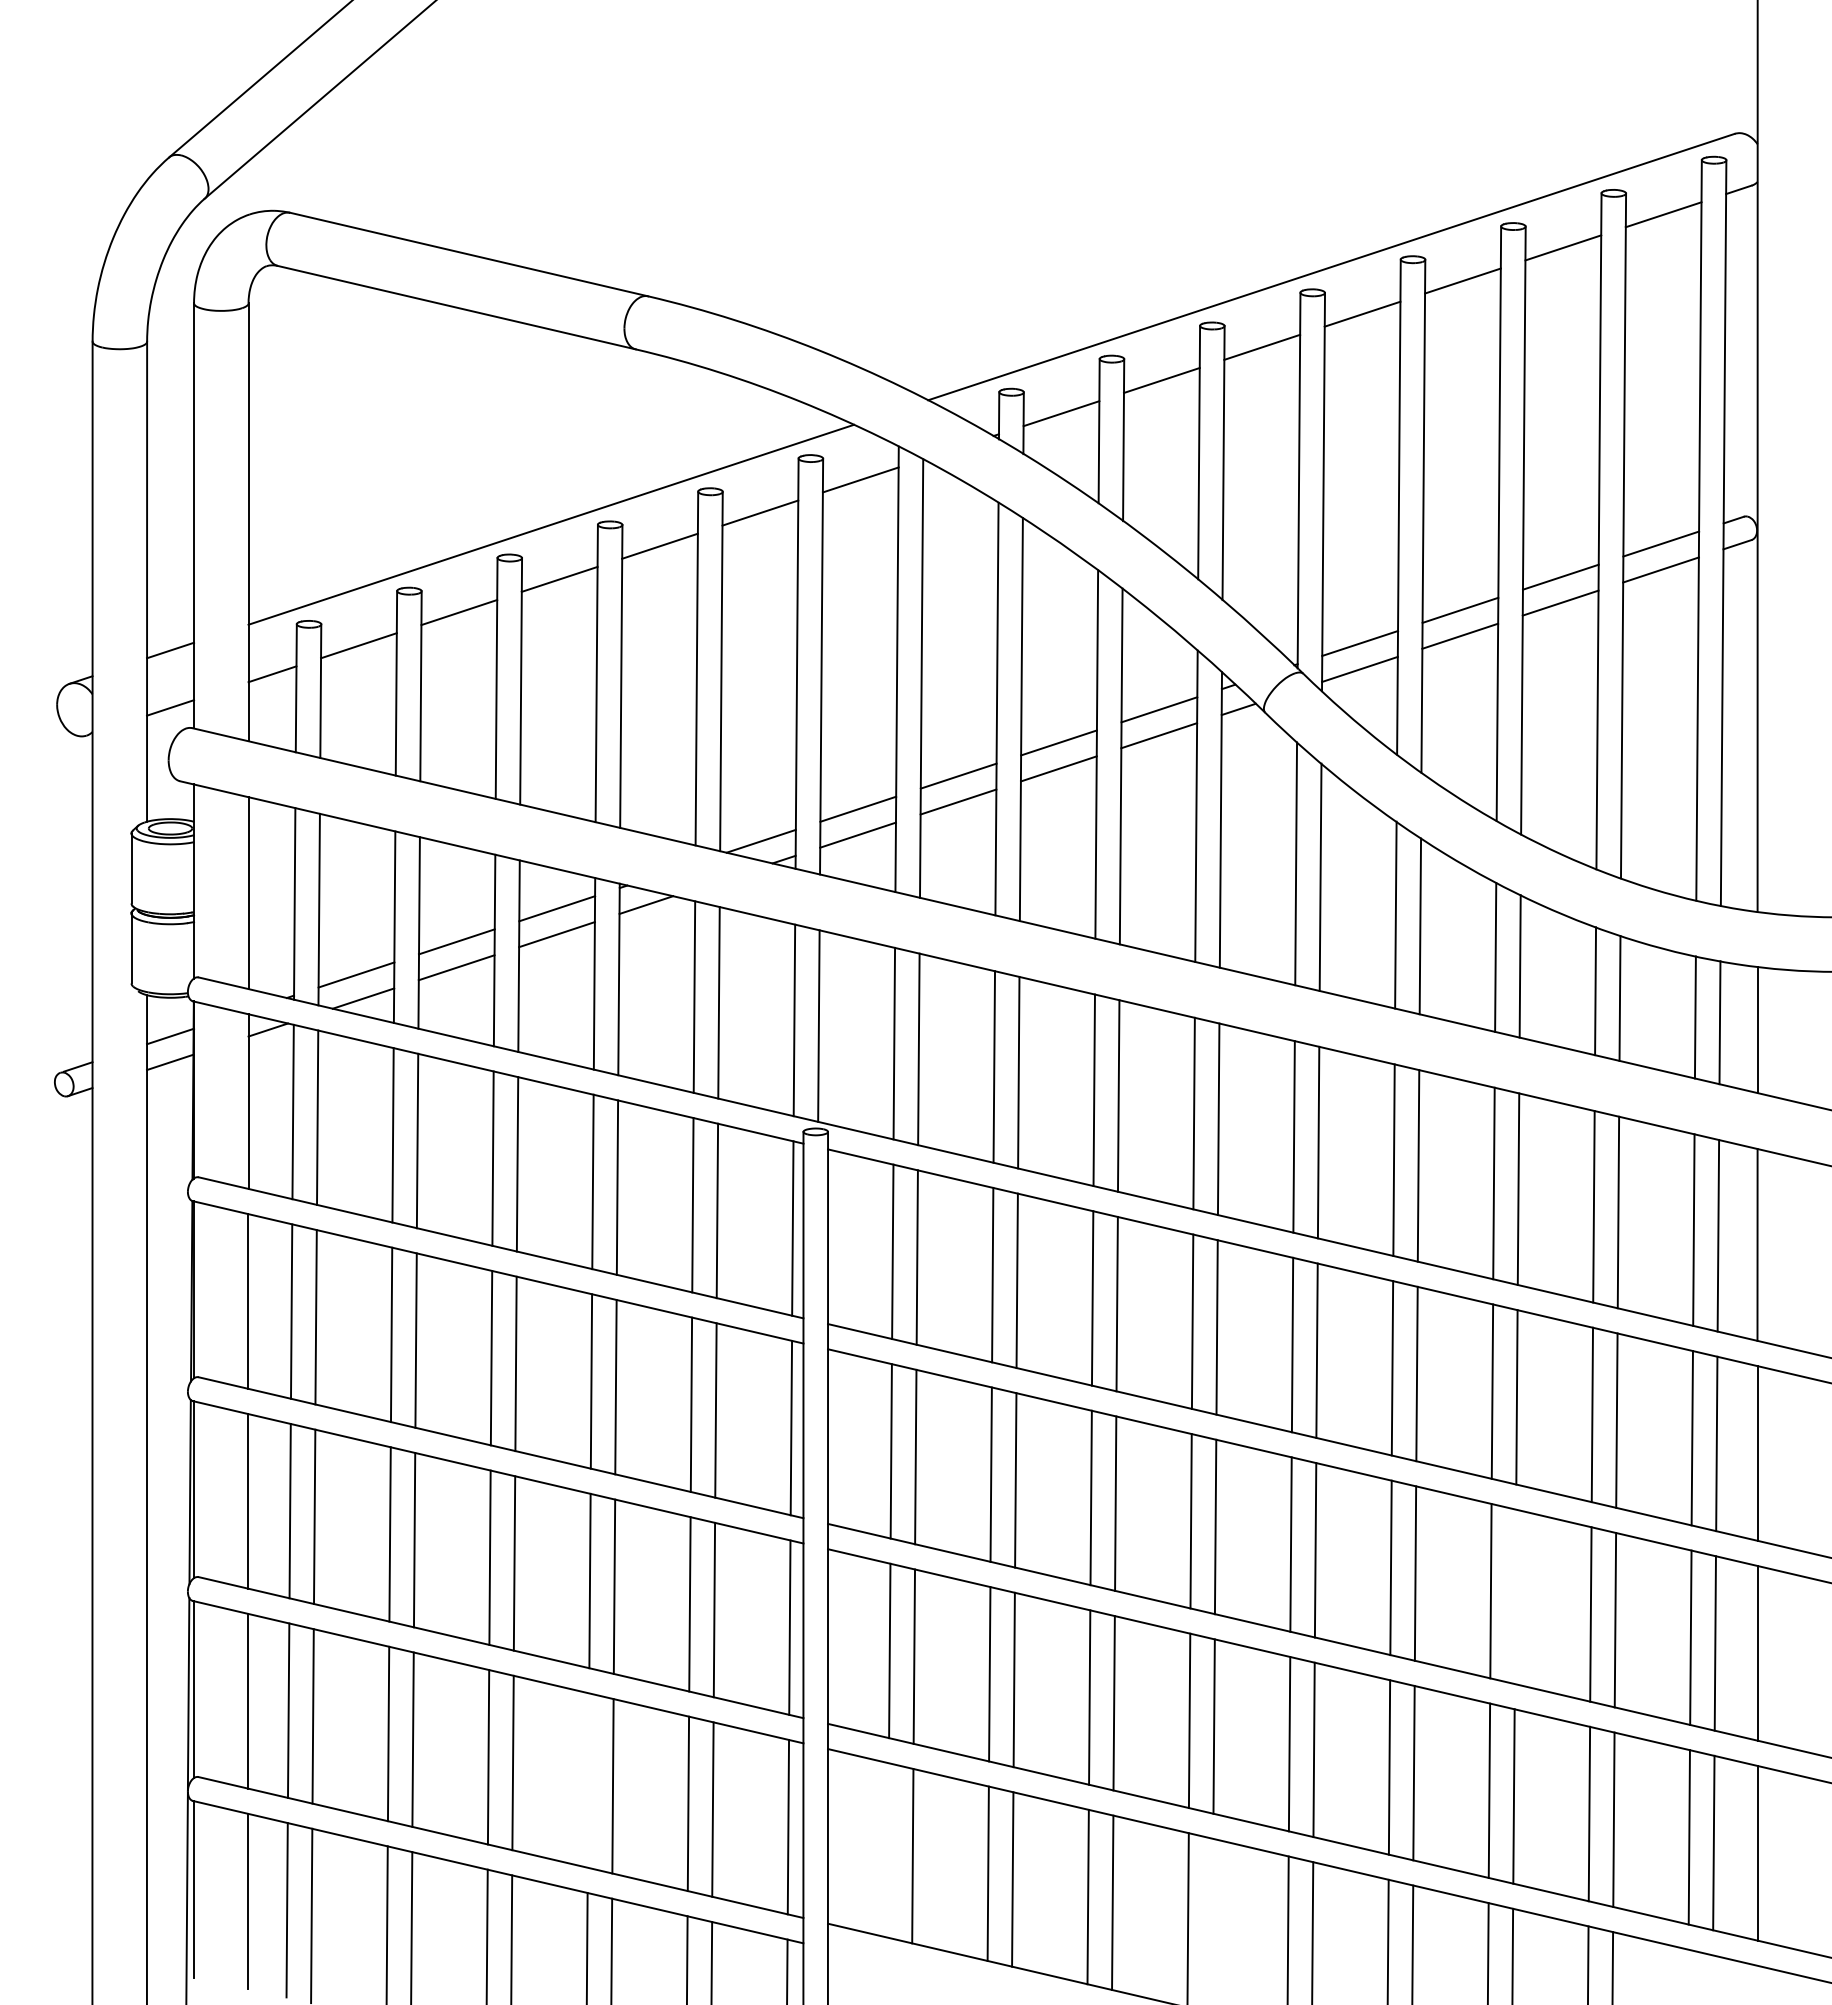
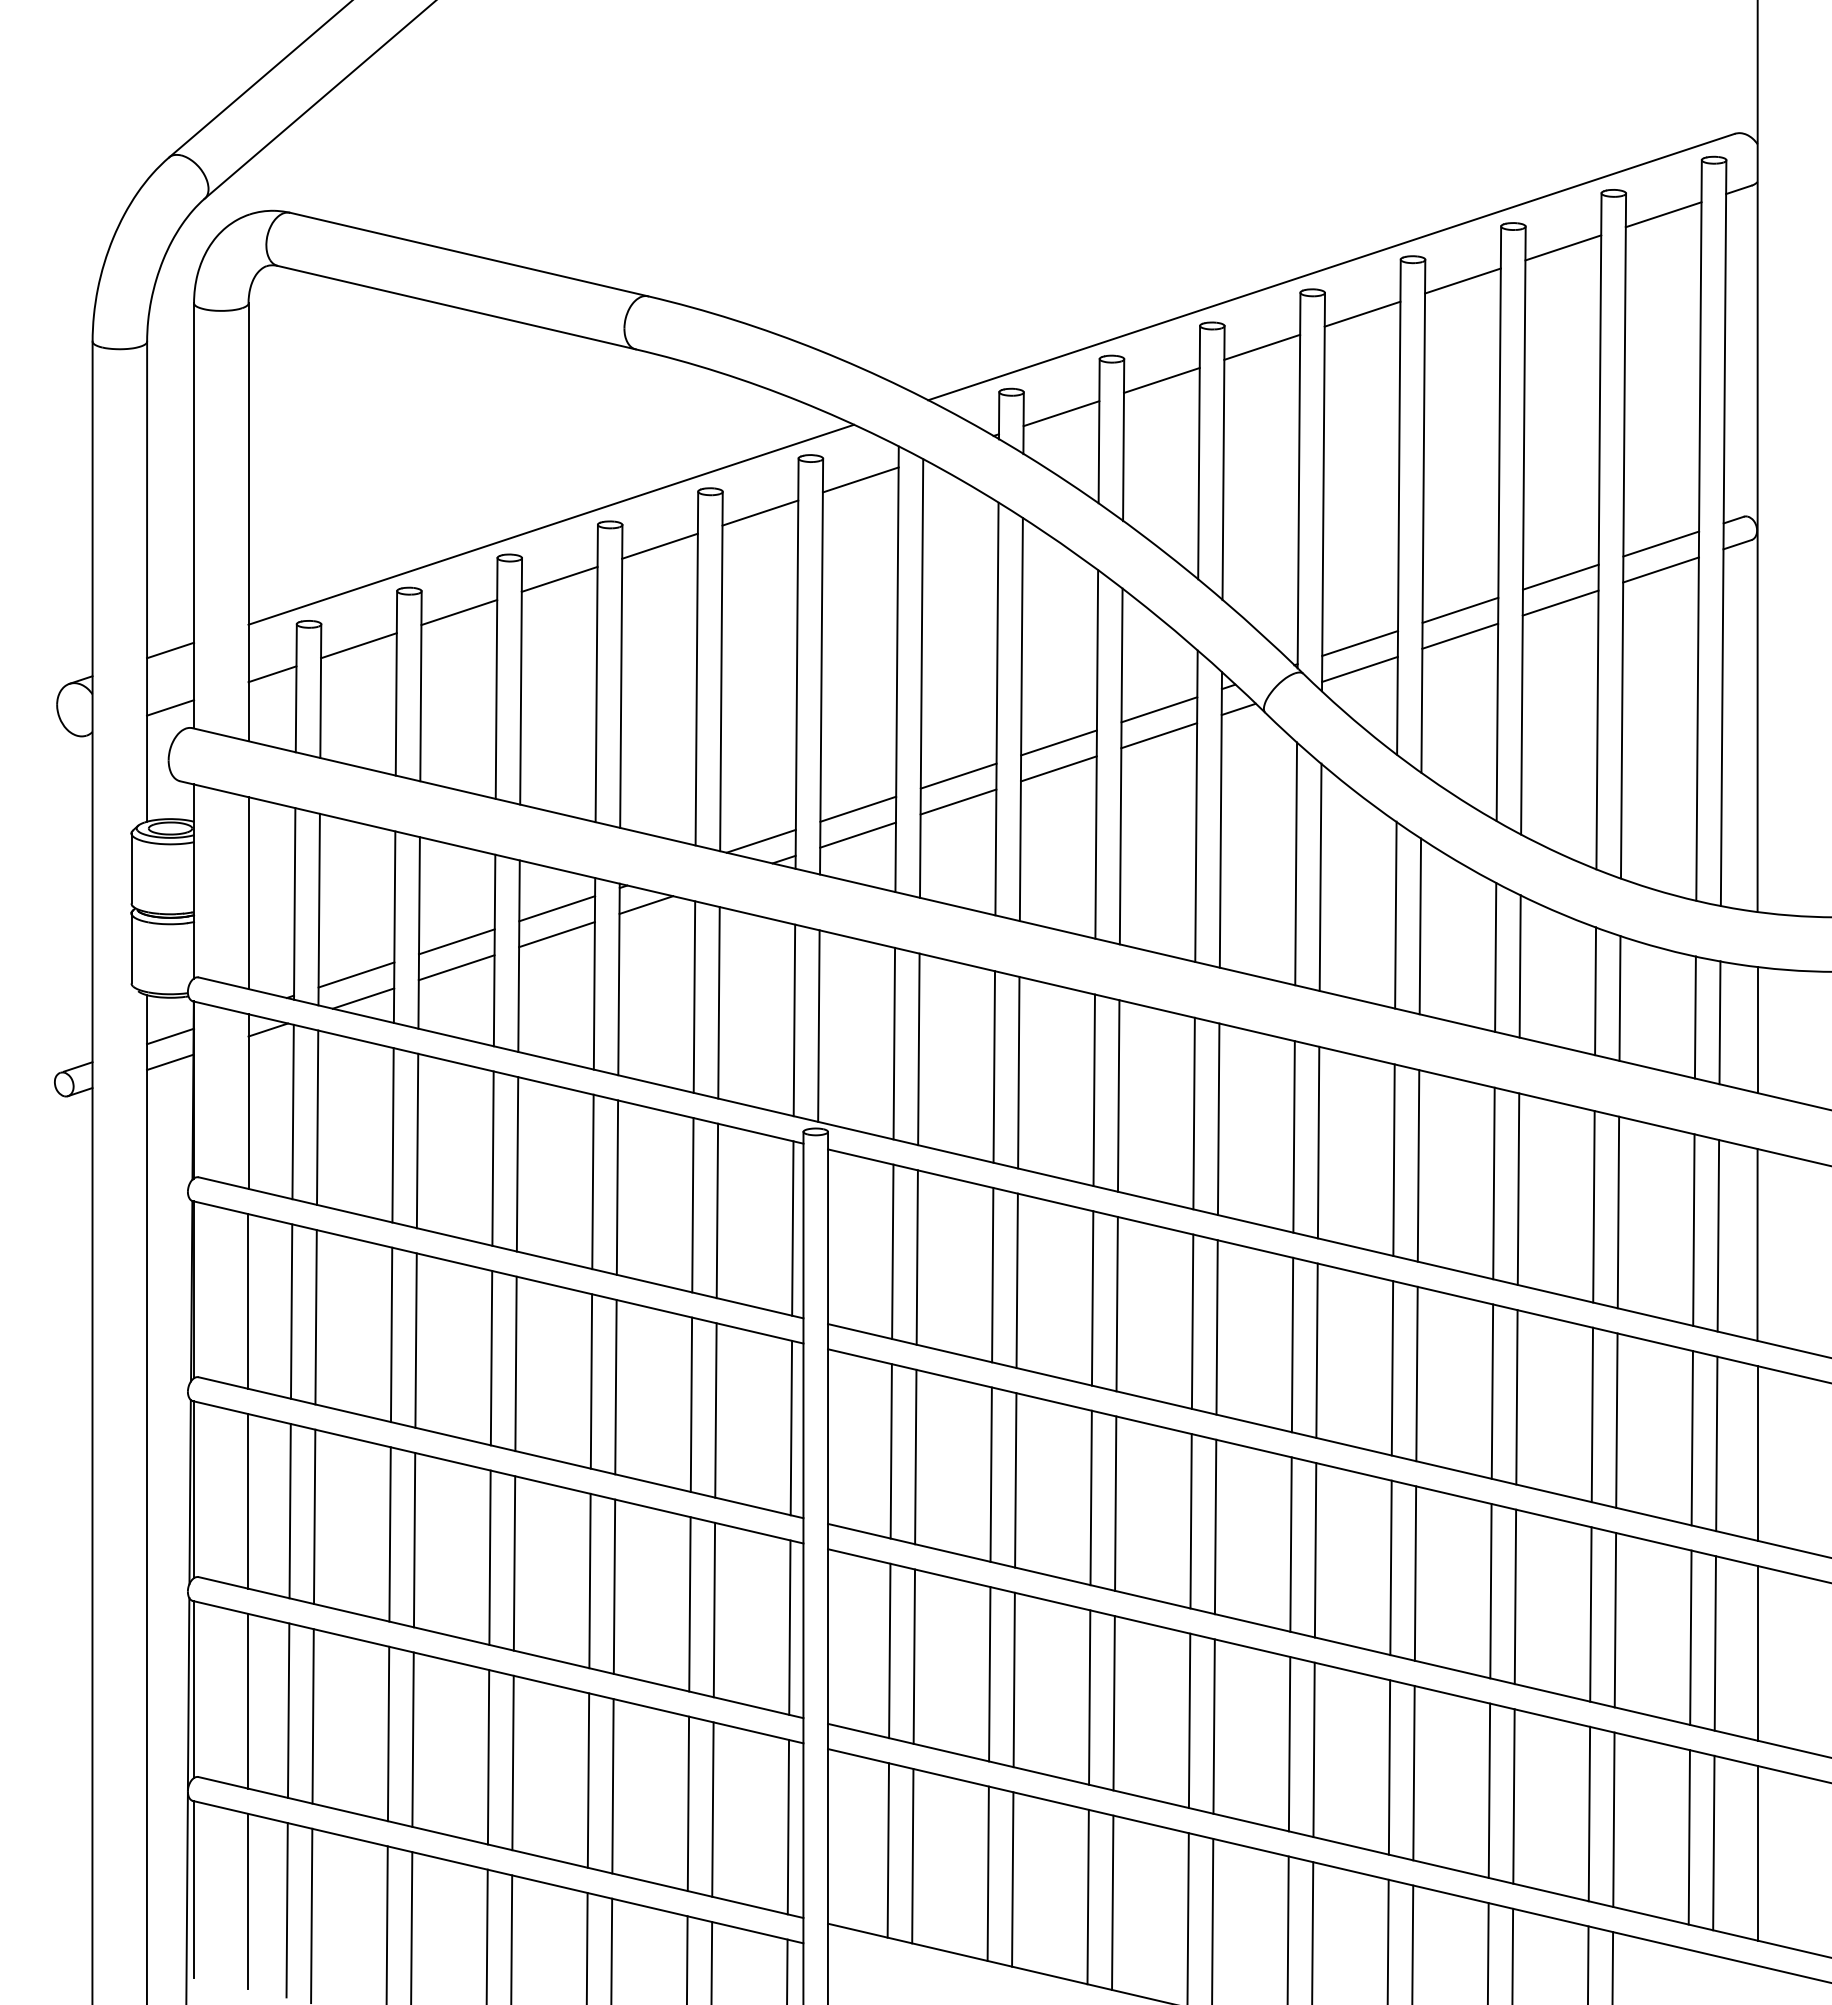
line at (1515, 1596): none -> present
line at (588, 1780): none -> present
line at (888, 1850): none -> present
line at (1212, 1919): none -> present
